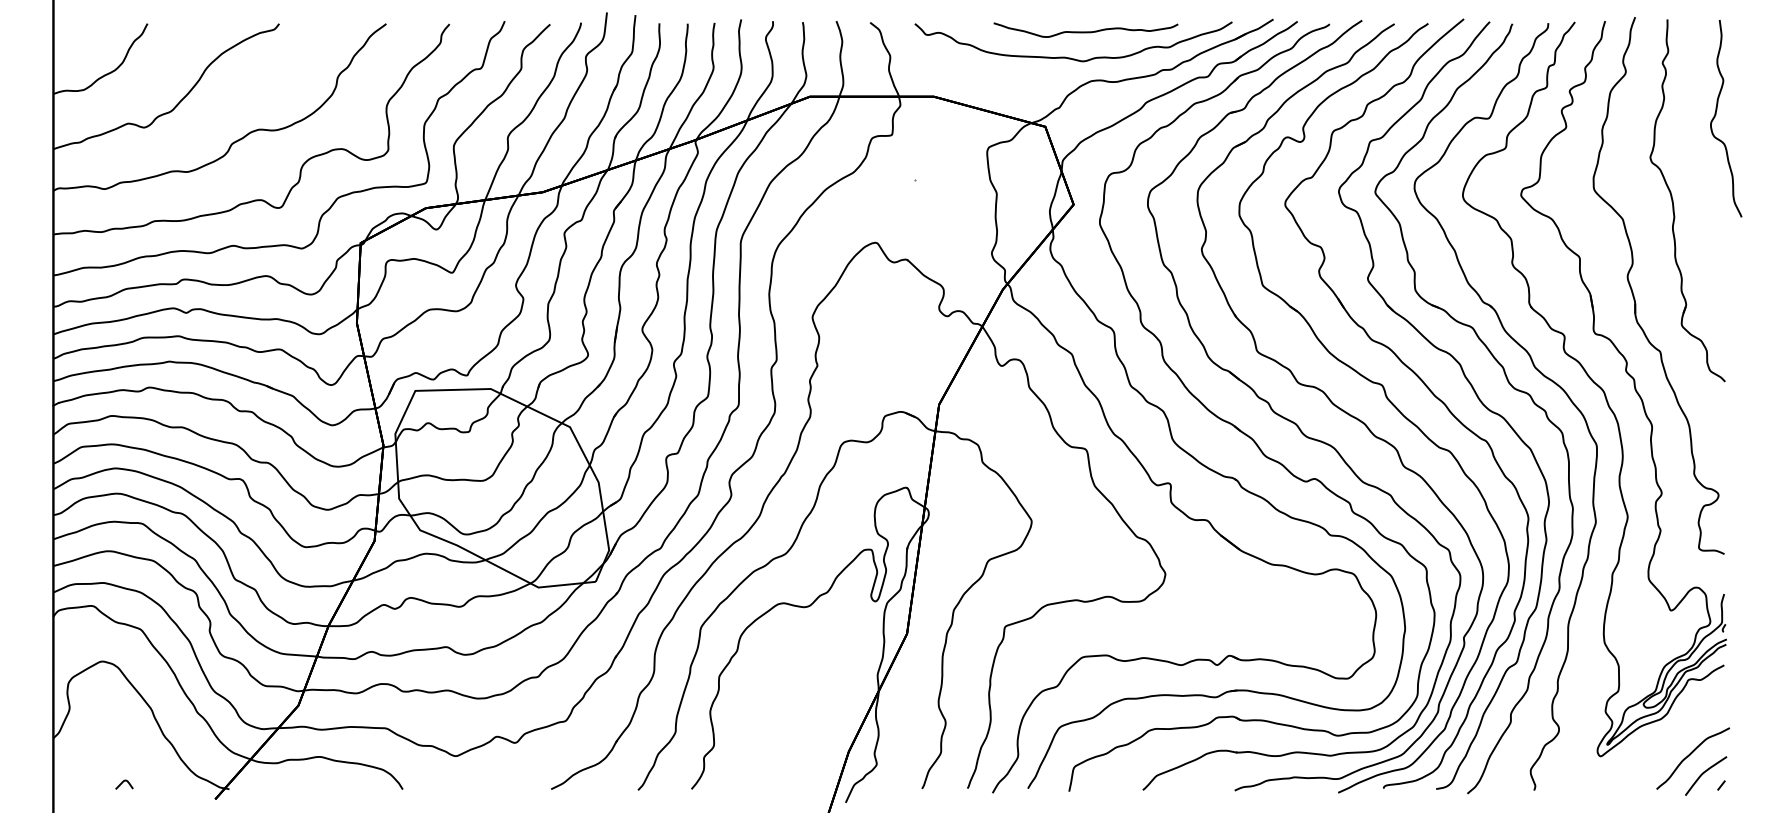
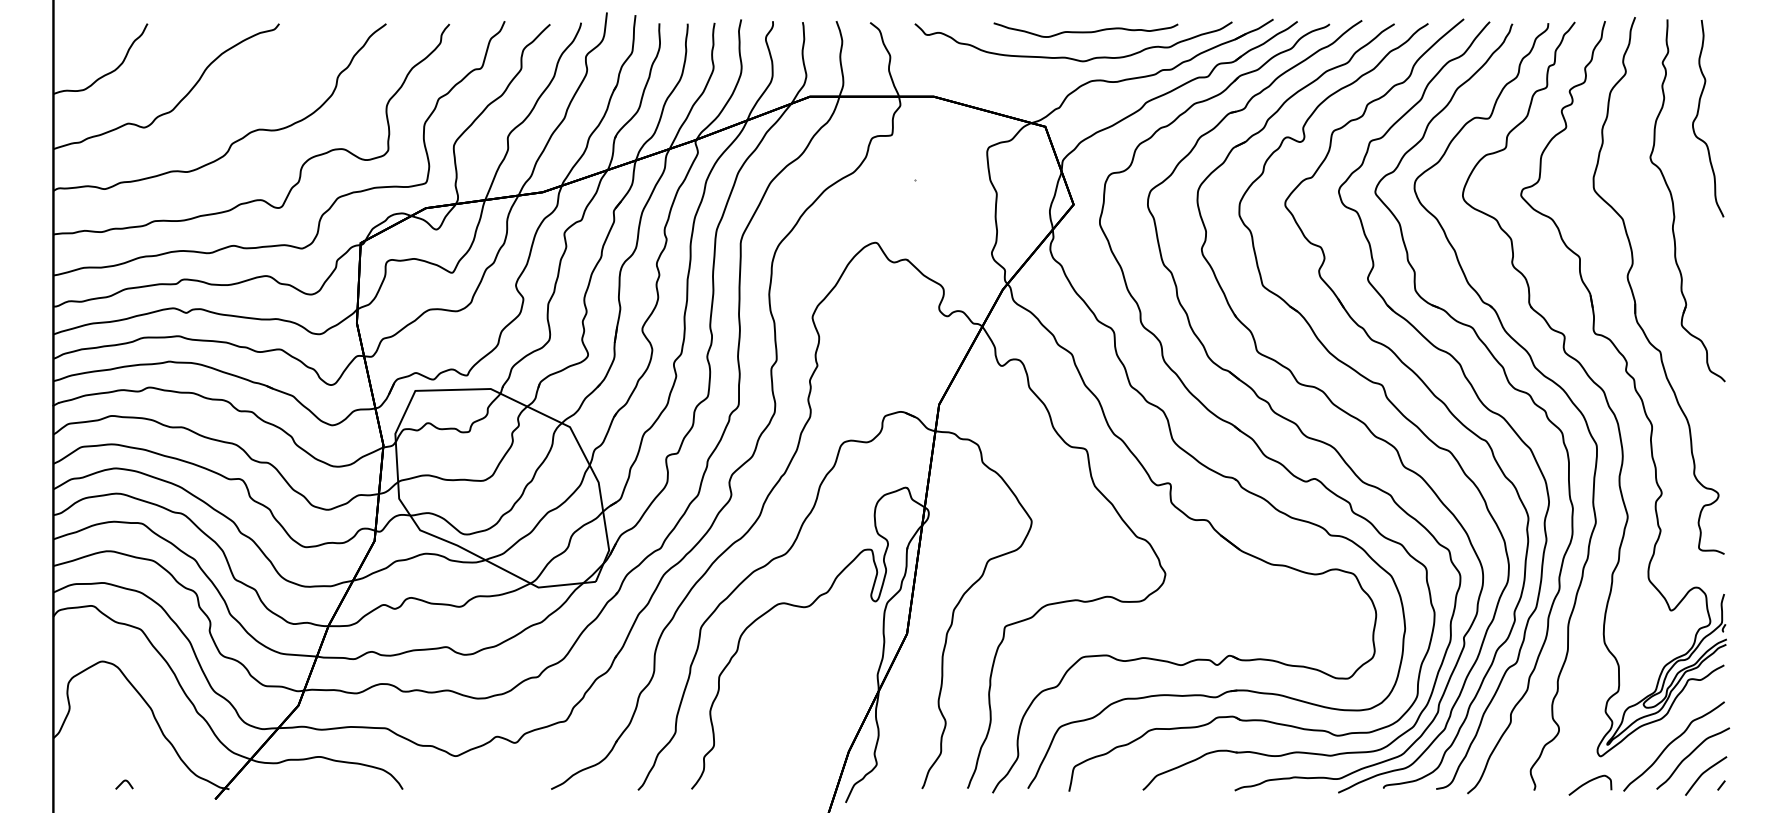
curve at (1716, 114) position: (1716, 114) -> (1698, 114)
curve at (1671, 743): none -> present
curve at (1589, 782): none -> present
